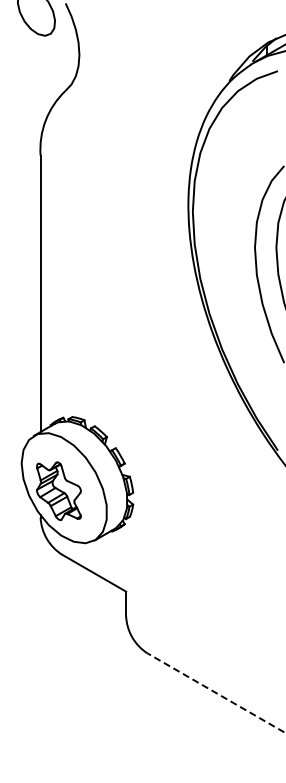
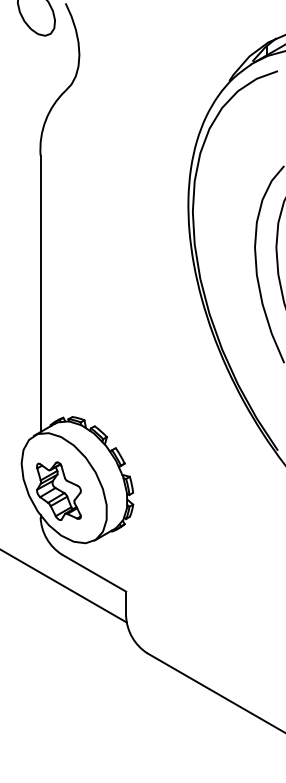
line at (64, 586): none -> present
line at (215, 692): dashed -> solid
